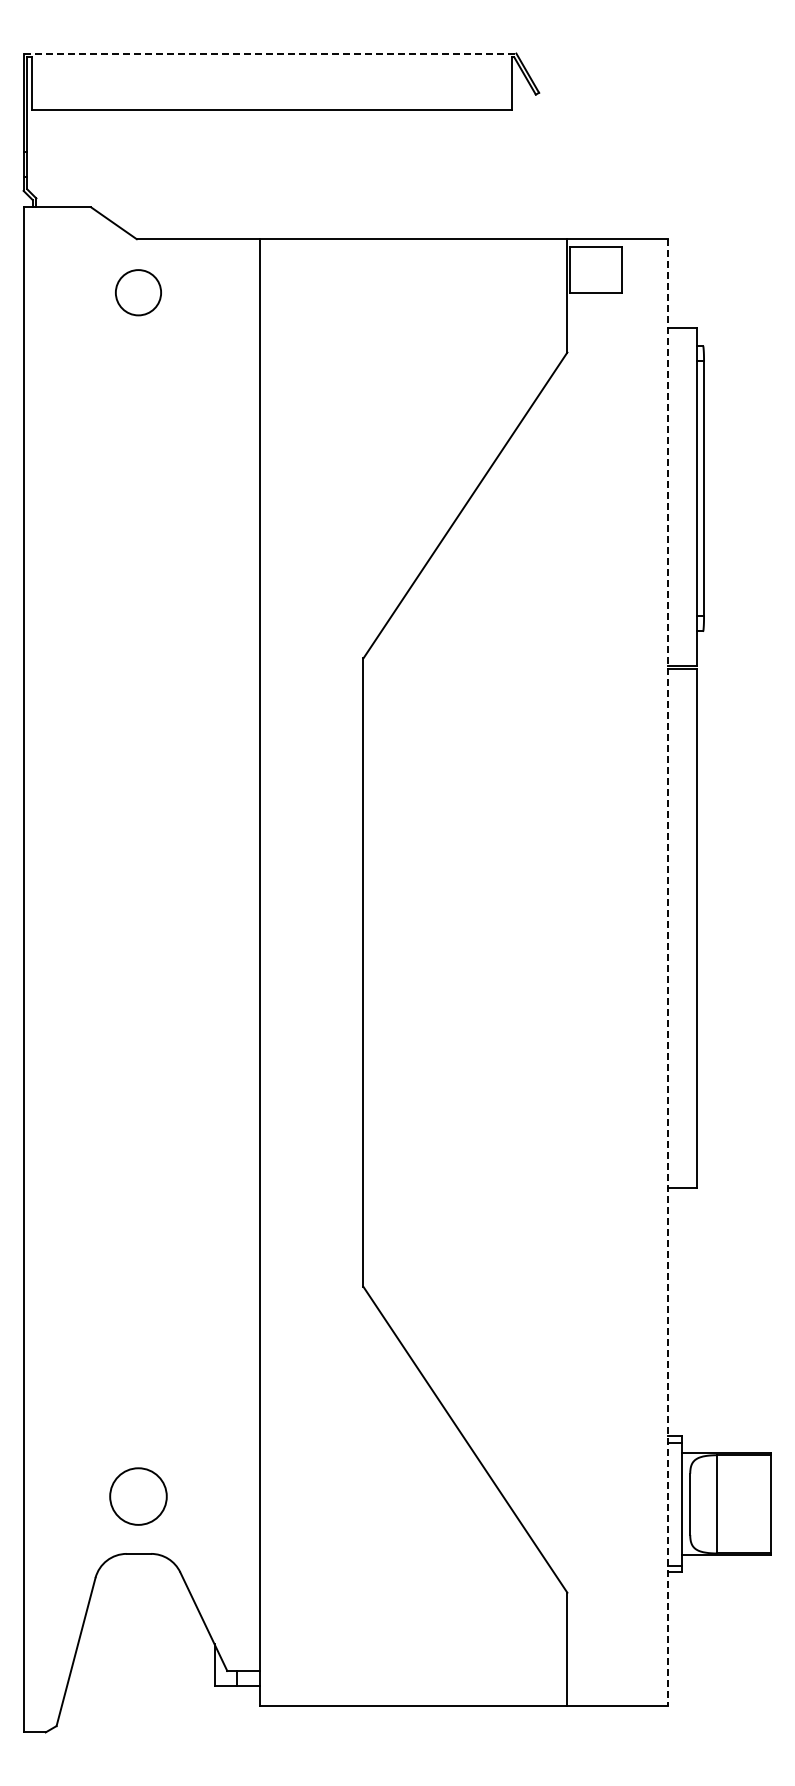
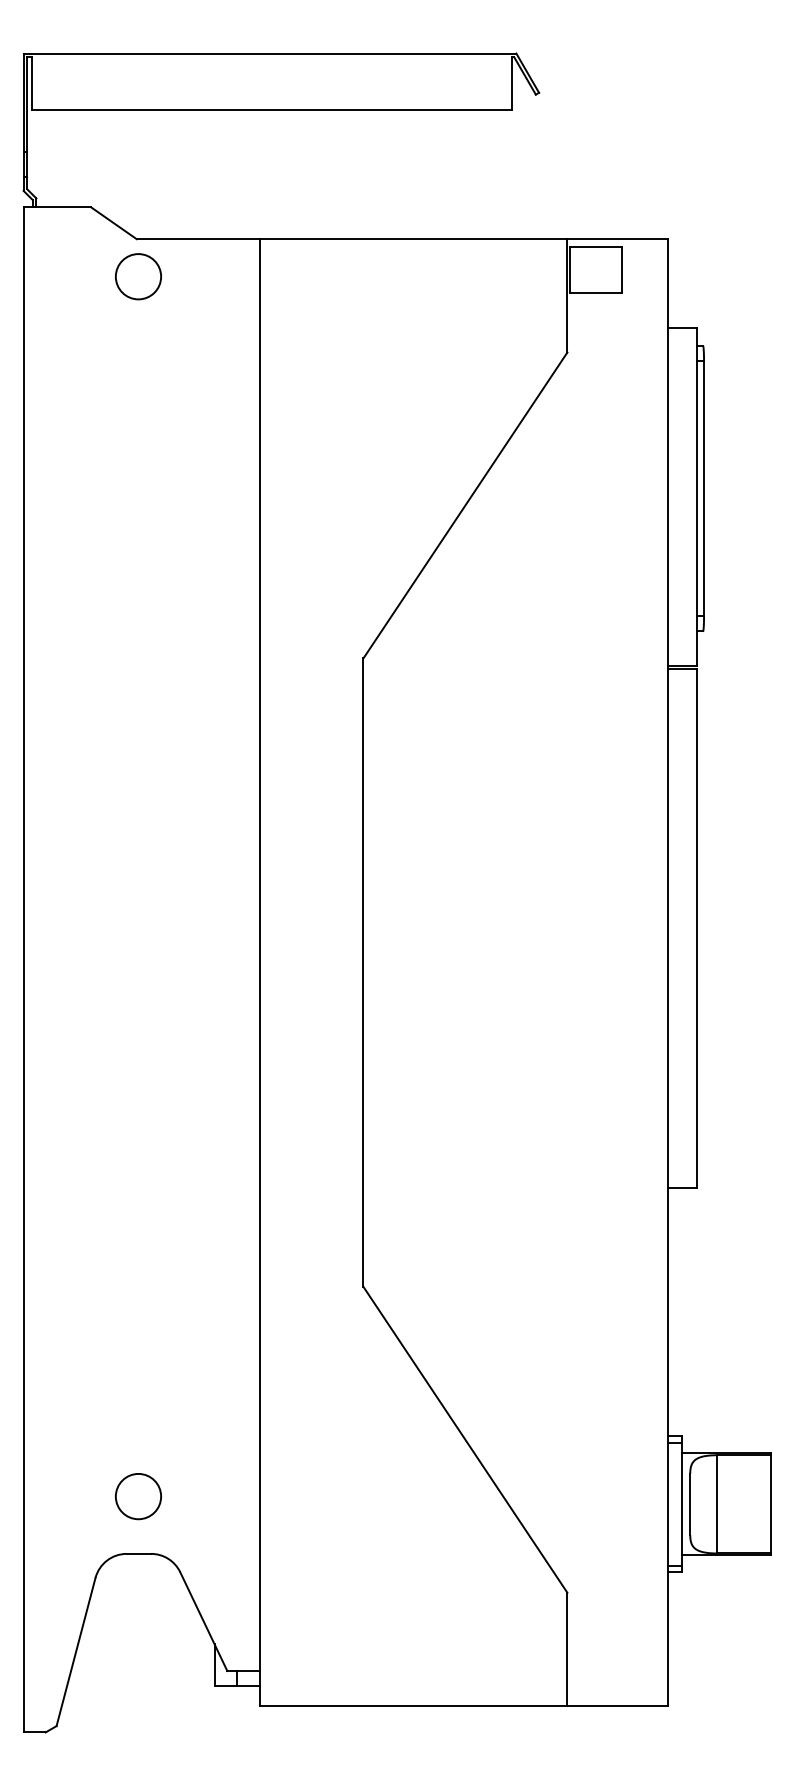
line at (270, 53): dashed -> solid
circle at (138, 292) position: (138, 292) -> (138, 276)
line at (667, 973): dashed -> solid
circle at (138, 1496) diameter: 57 px -> 45 px
